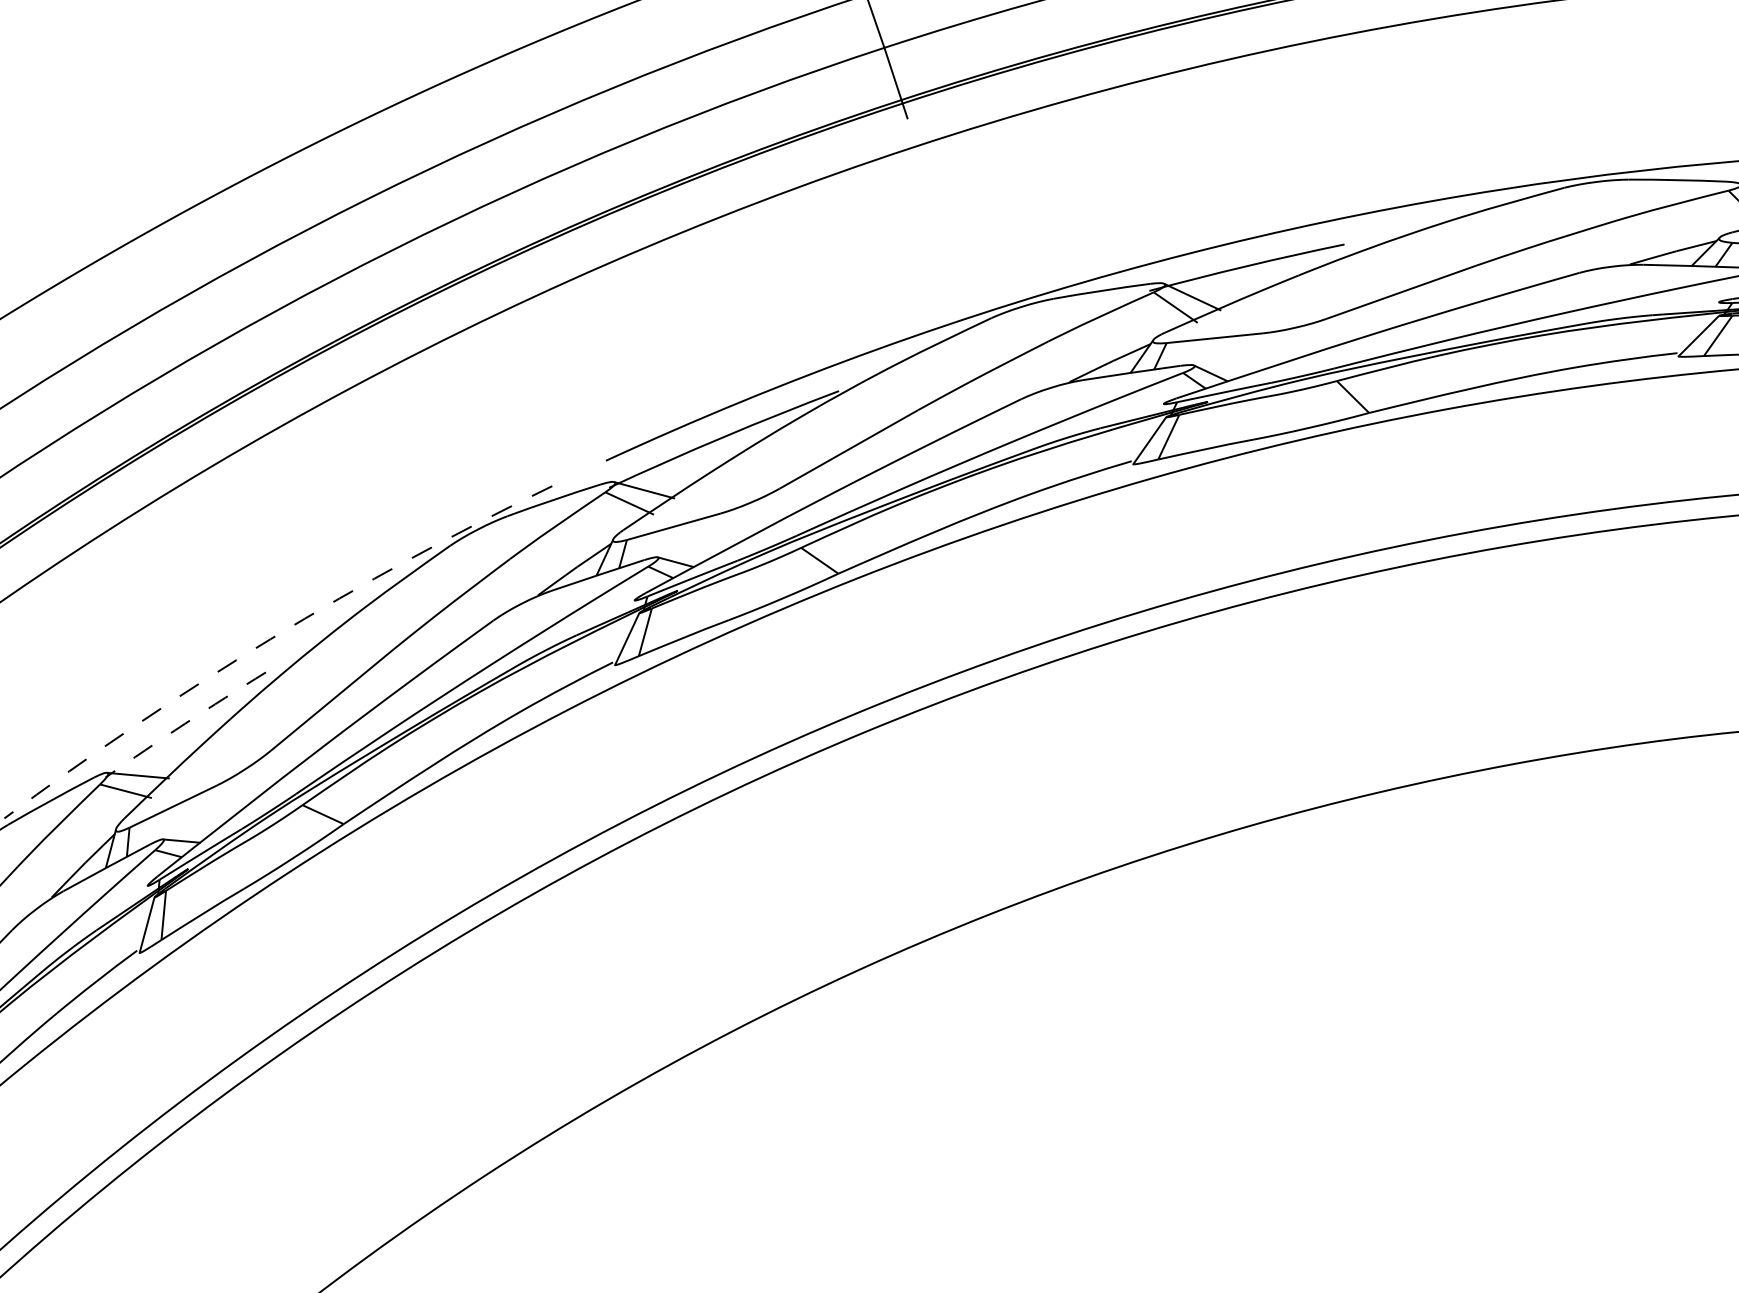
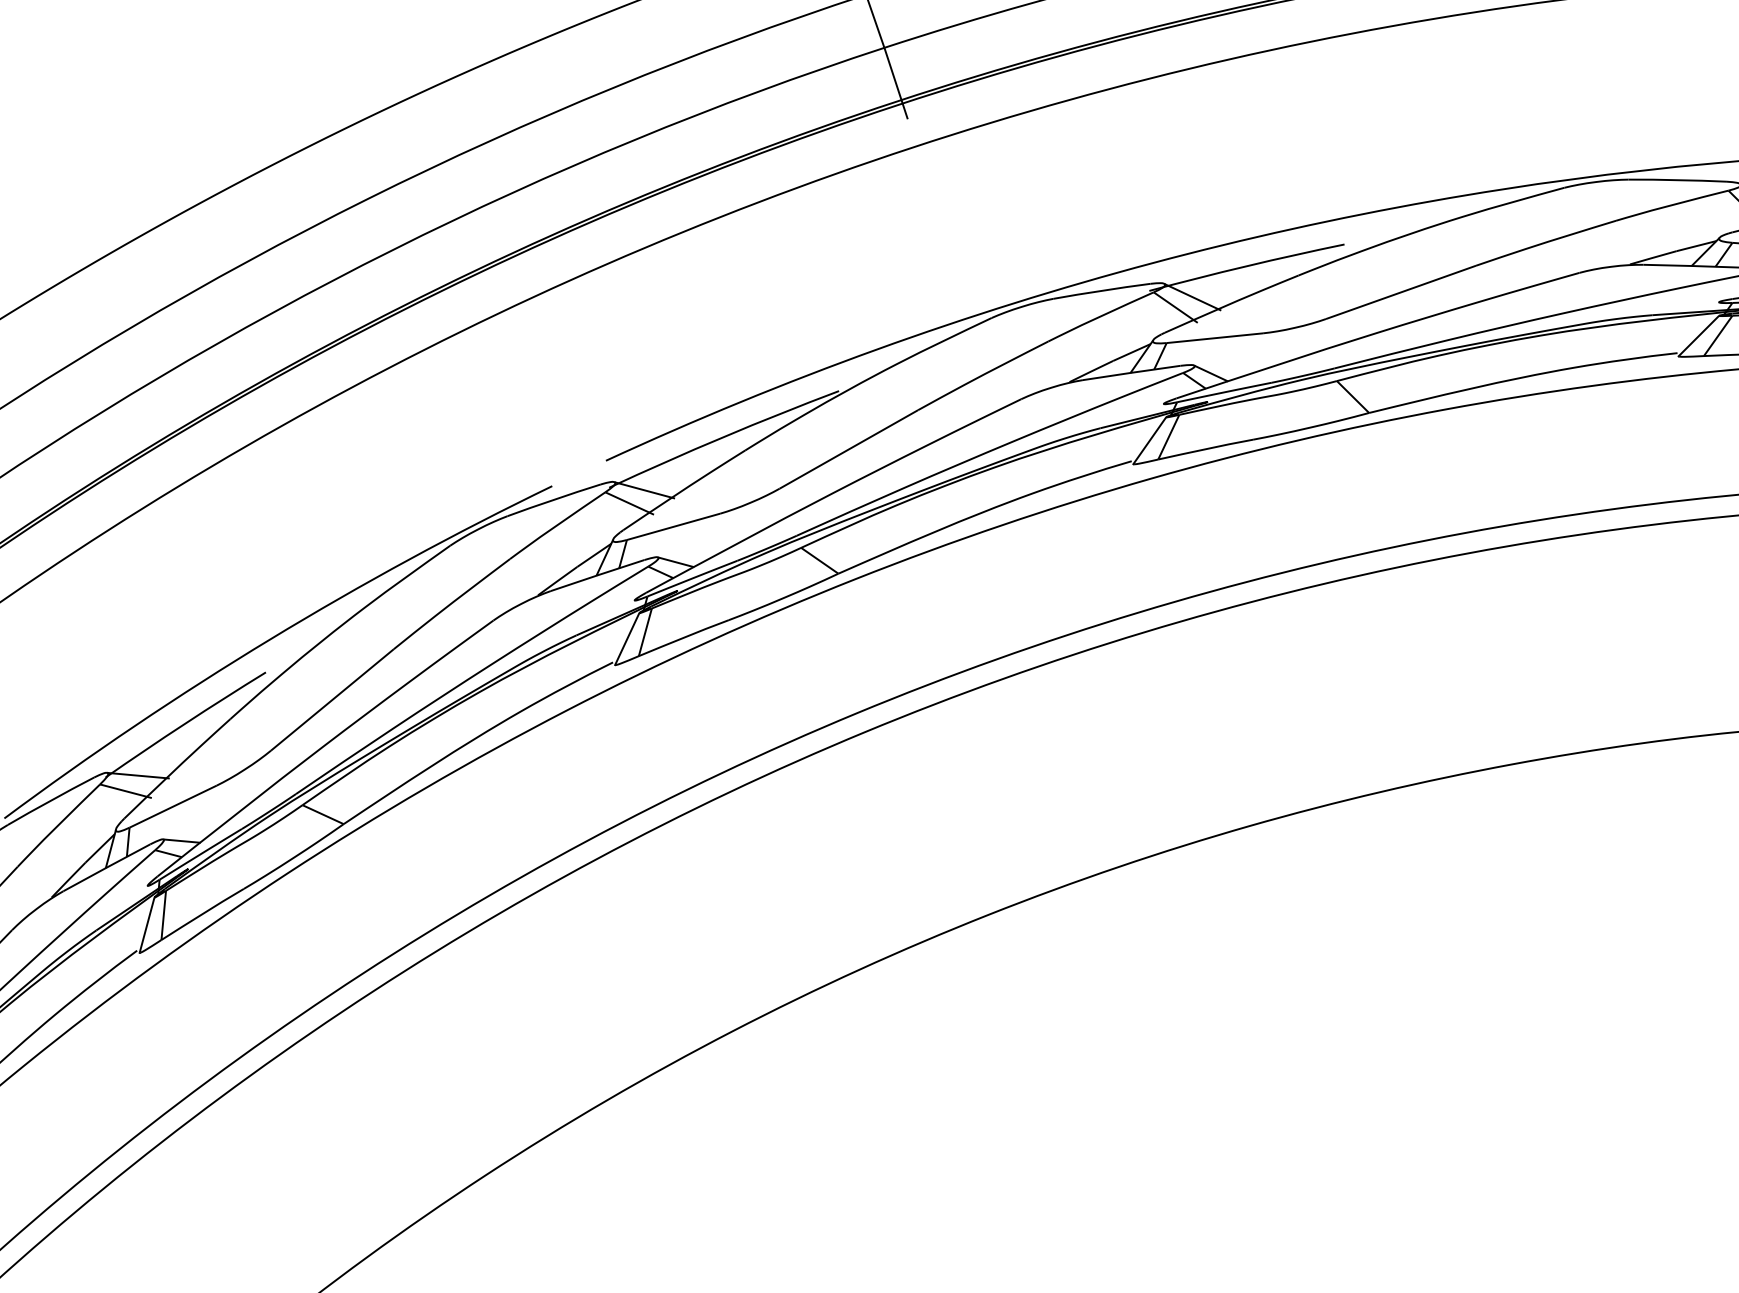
arc at (270, 639): dashed -> solid
arc at (185, 723): dashed -> solid
